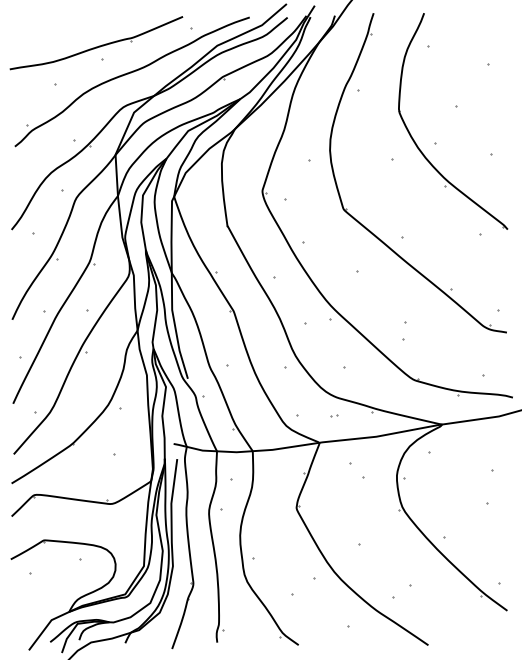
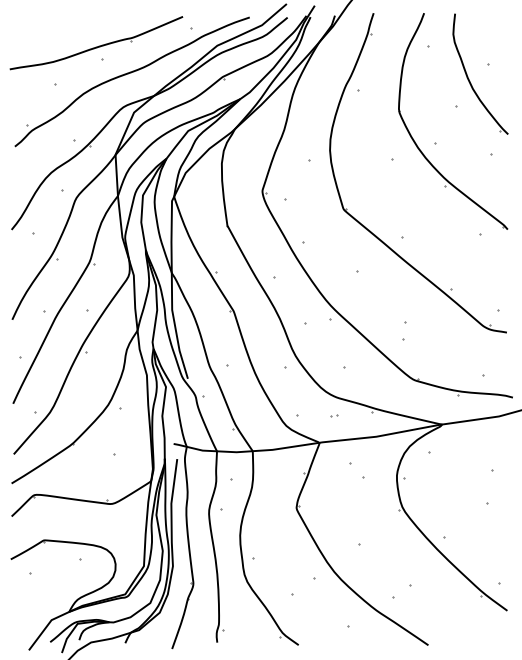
part at (468, 76): none -> present
